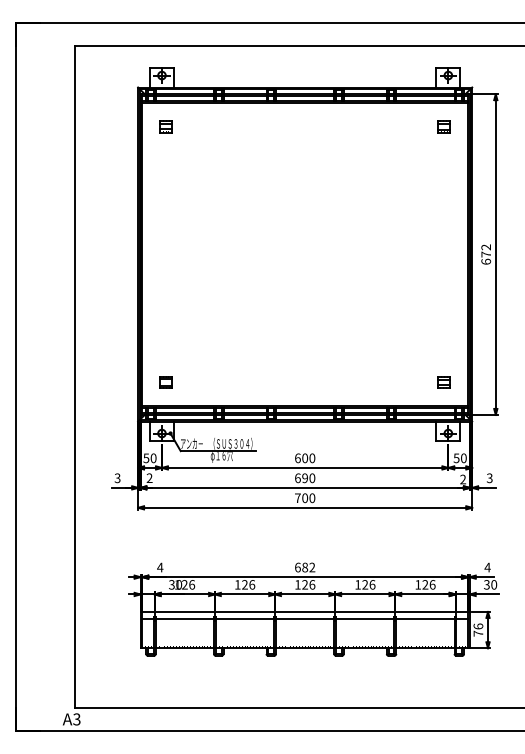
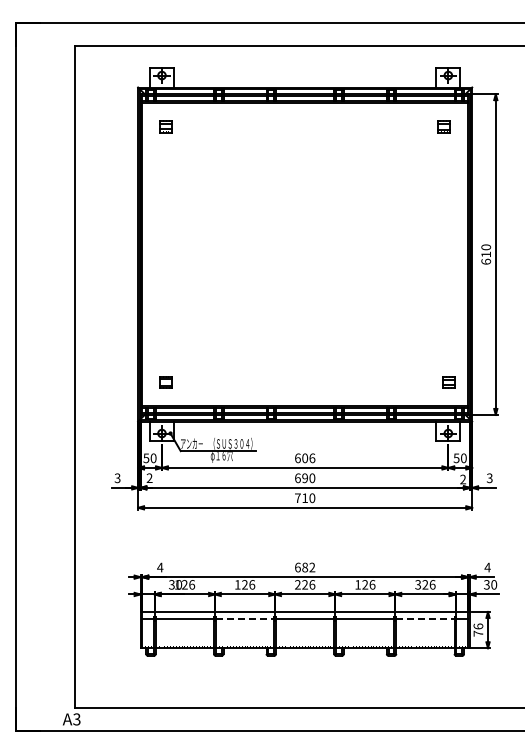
text at (486, 250): 672 -> 610
part at (443, 382) position: (443, 382) -> (448, 382)
text at (312, 457): 600 -> 606
text at (305, 498): 700 -> 710
text at (297, 584): 126 -> 226
text at (417, 584): 126 -> 326
line at (245, 619): solid -> dashed
line at (425, 619): solid -> dashed
